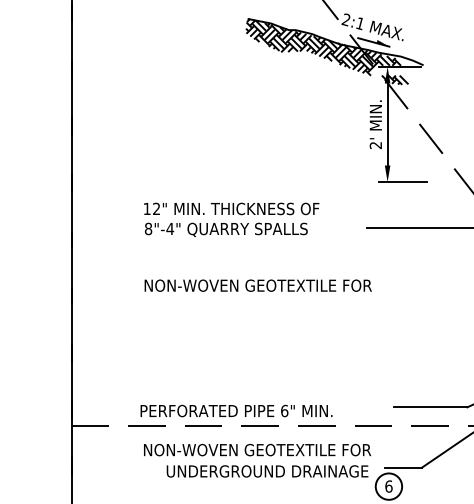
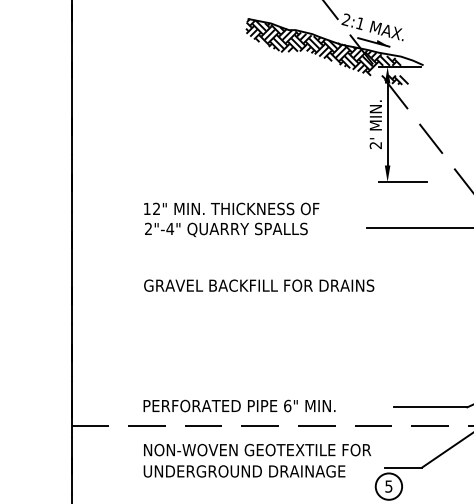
text at (148, 228): 8"-4" -> 2"-4"
text at (259, 285): NON-WOVEN GEOTEXTILE FOR -> GRAVEL BACKFILL FOR DRAINS
text at (236, 410) position: (236, 410) -> (239, 405)
text at (267, 471) position: (267, 471) -> (244, 471)
text at (388, 486): 6 -> 5
